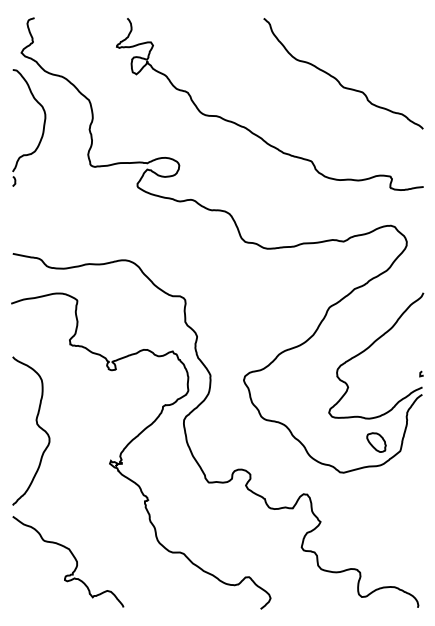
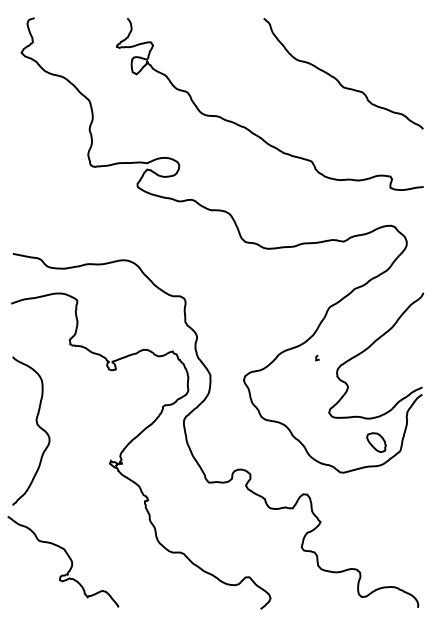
part at (42, 129): present -> none
line at (421, 373) position: (421, 373) -> (317, 357)
curve at (74, 559) position: (74, 559) -> (69, 559)
